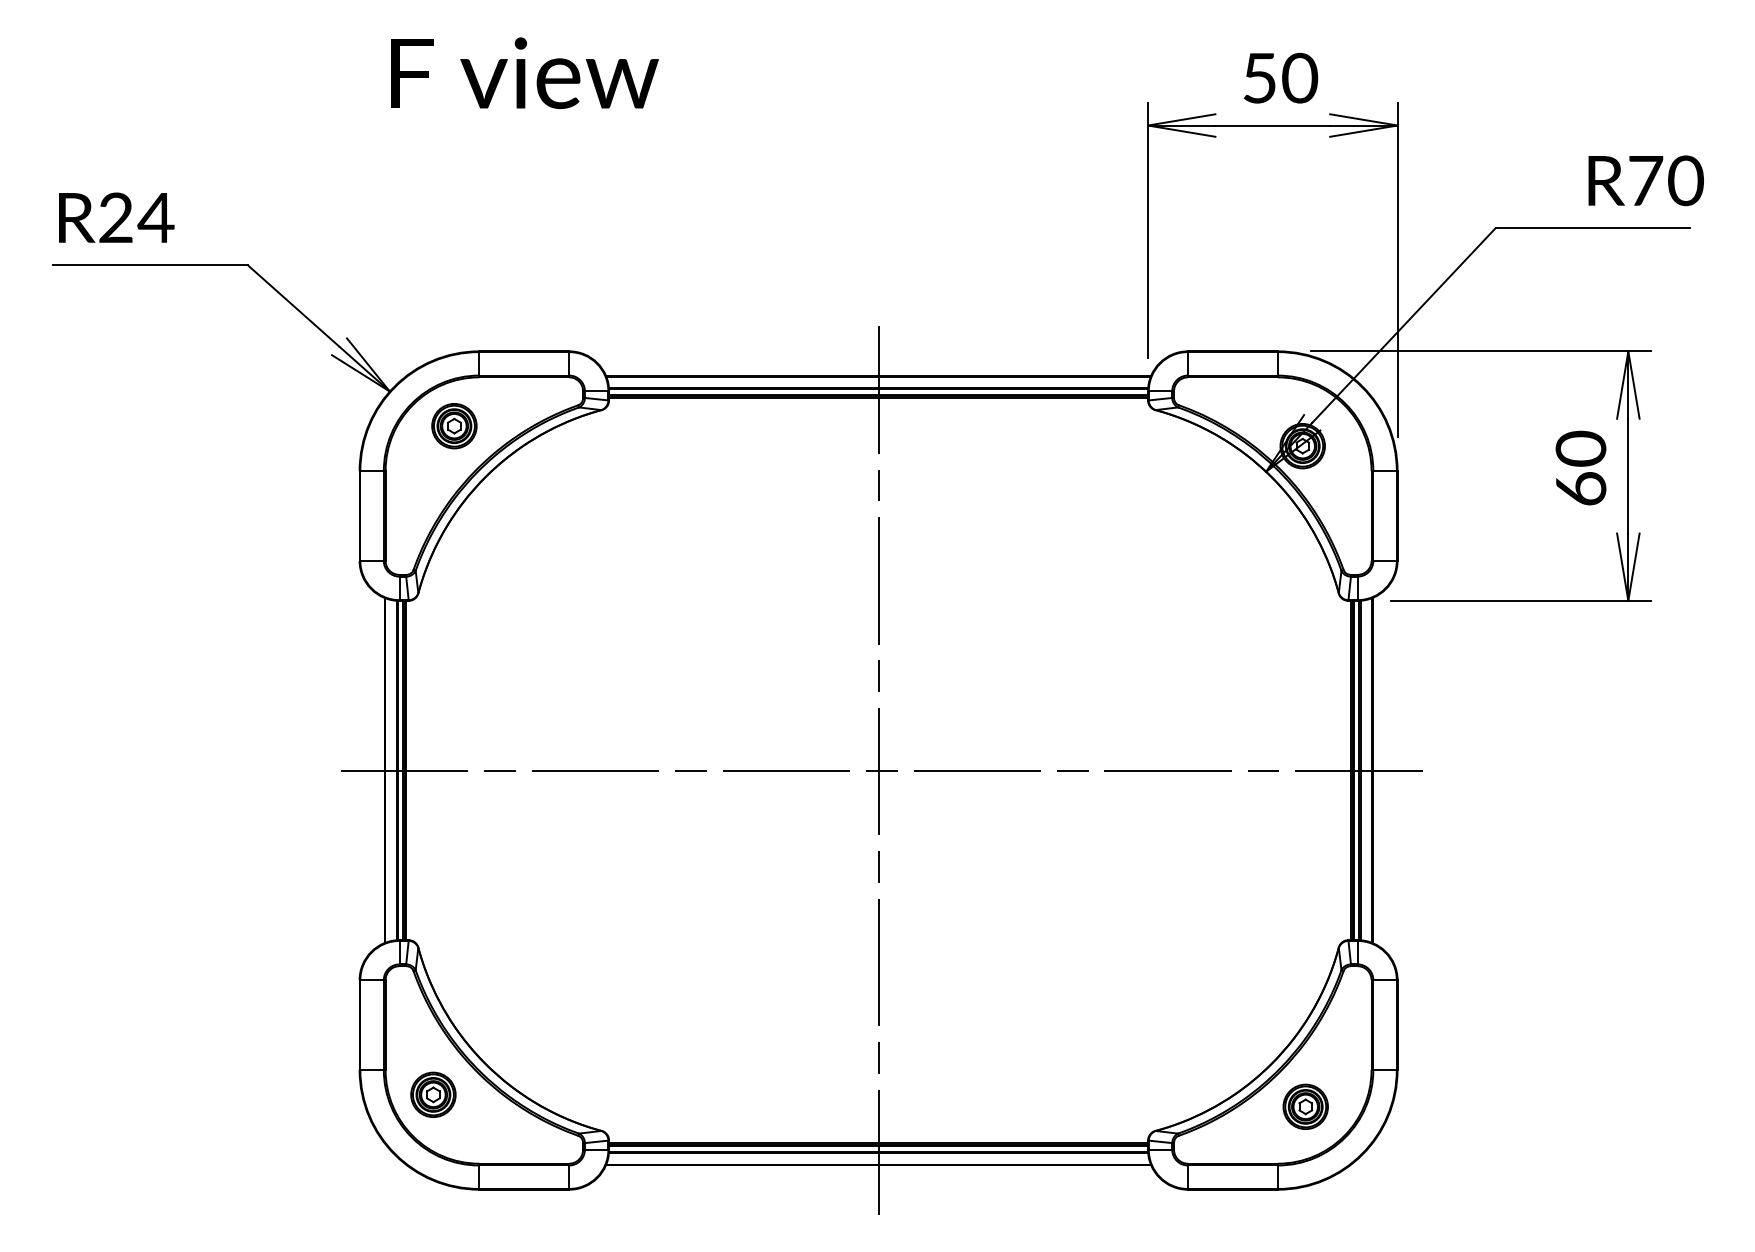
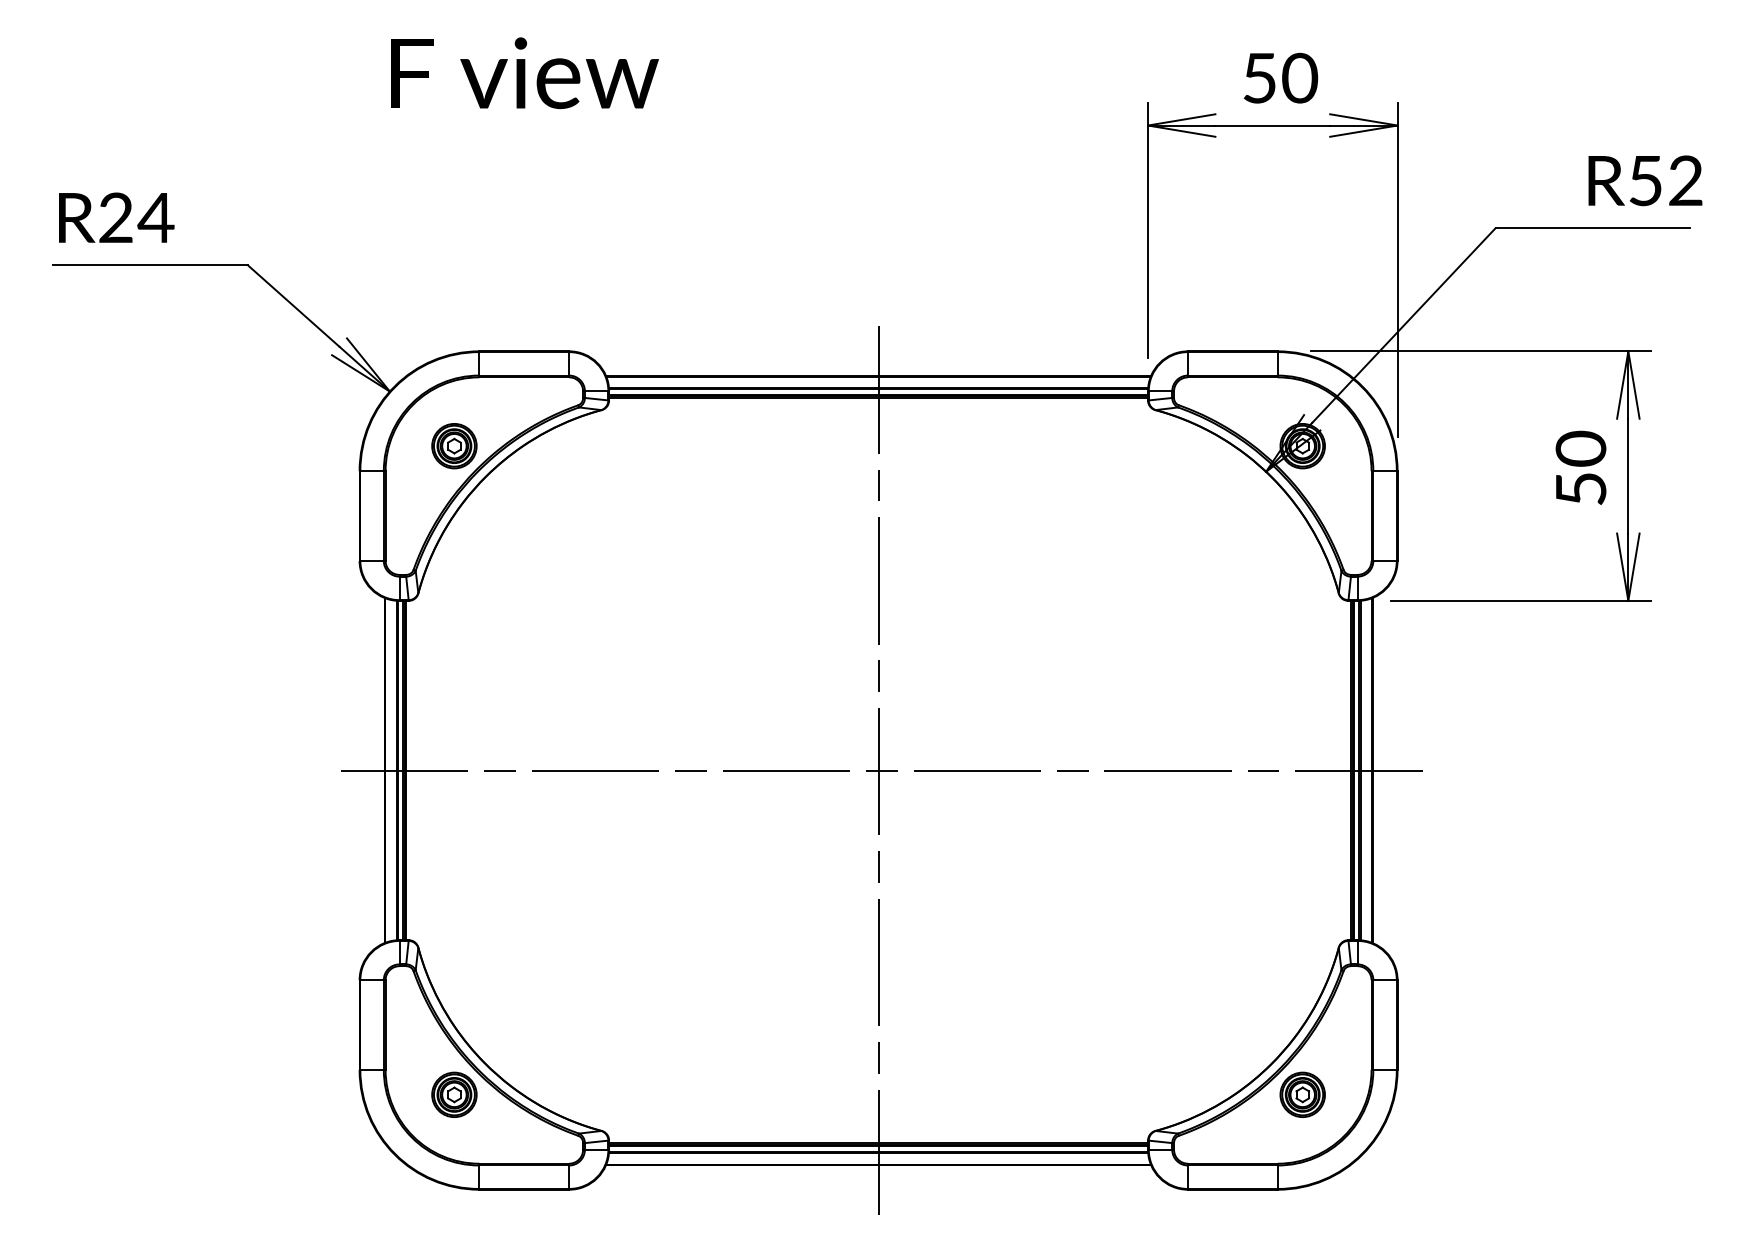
text at (1666, 180): R70 -> R52
part at (454, 426) position: (454, 426) -> (454, 446)
text at (1581, 488): 60 -> 50
part at (433, 1094) position: (433, 1094) -> (454, 1094)
part at (1305, 1106) position: (1305, 1106) -> (1302, 1094)
